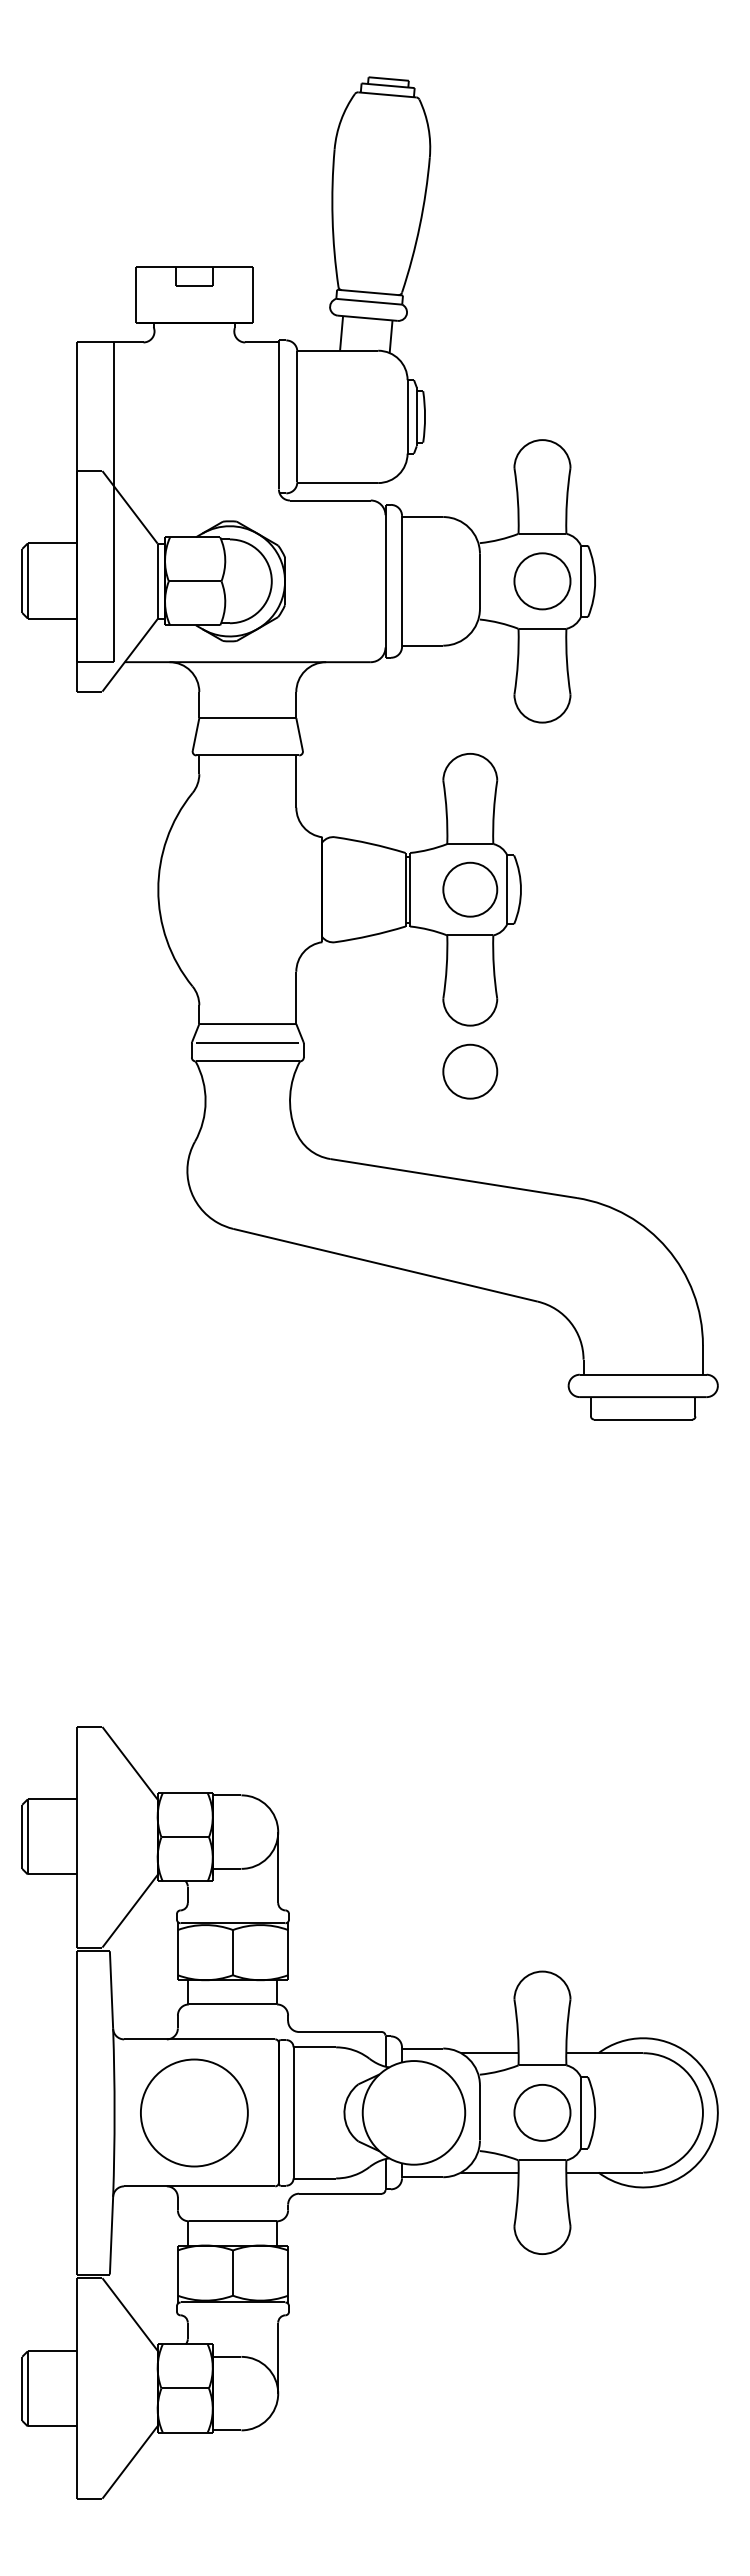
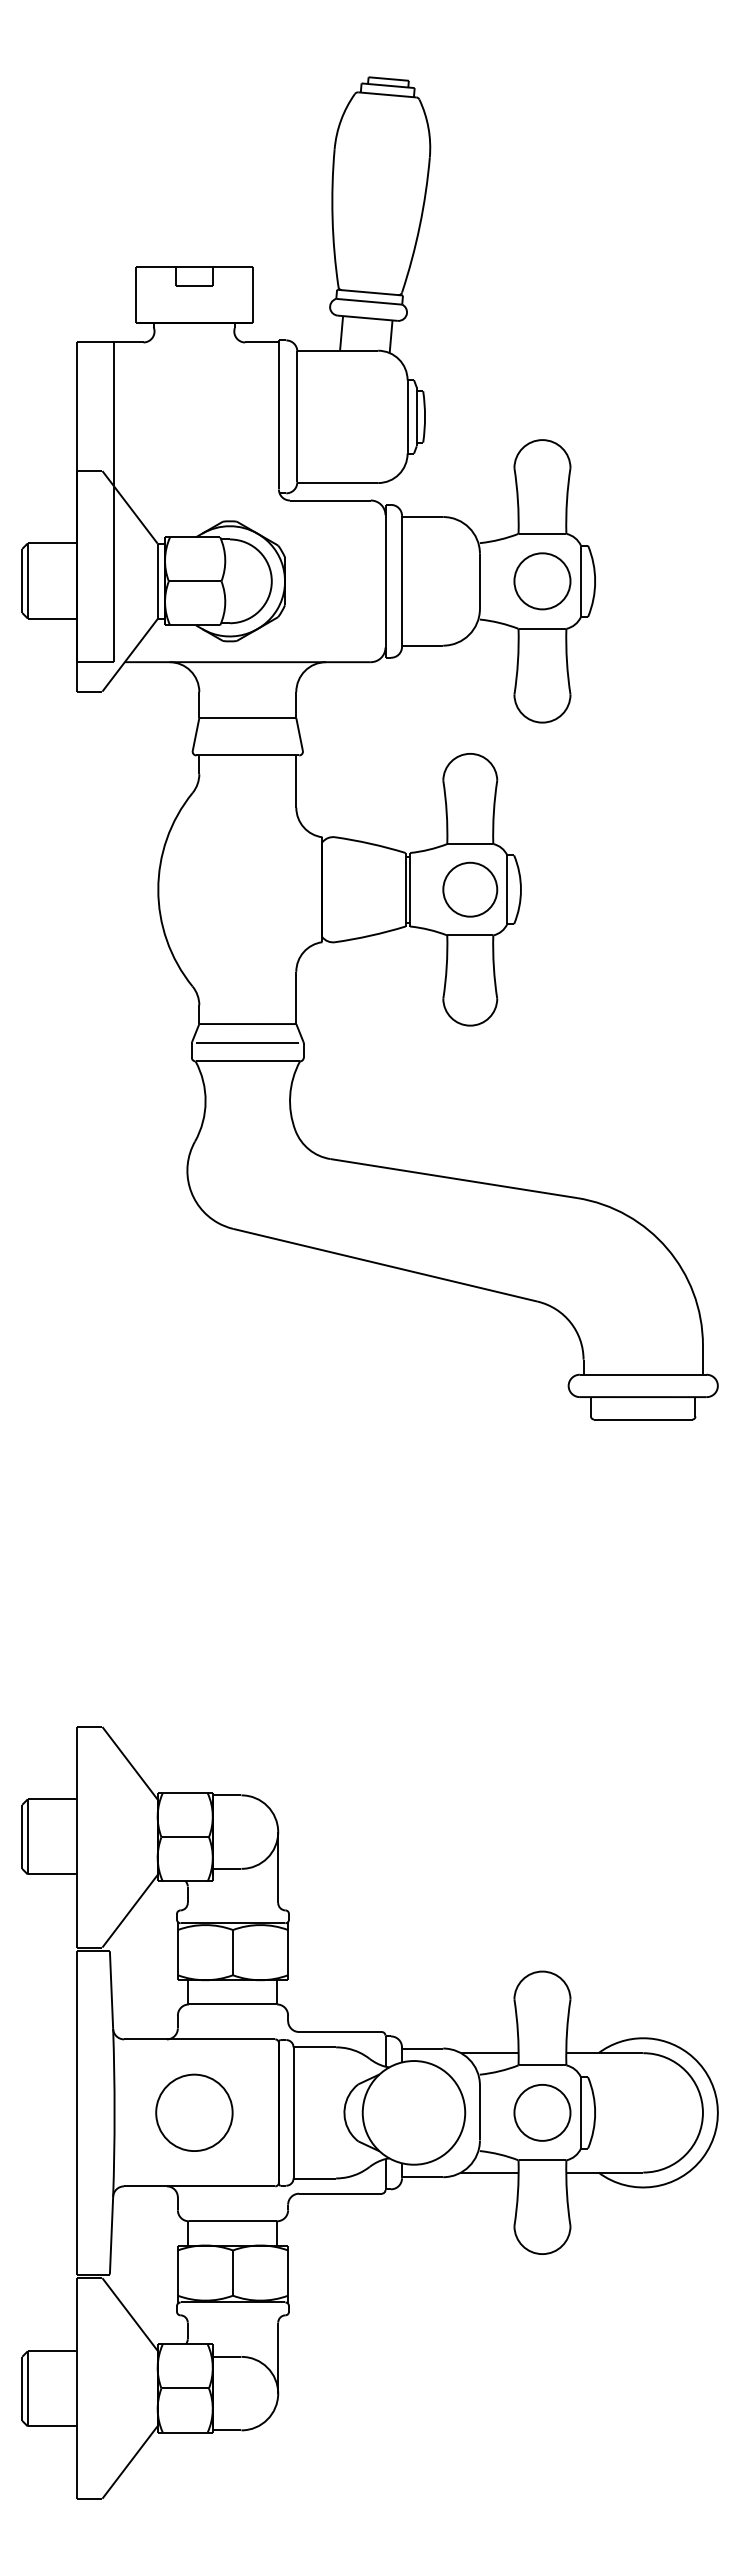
part at (470, 1071): present -> none
part at (194, 2112) size: 109x110 px -> 79x79 px
